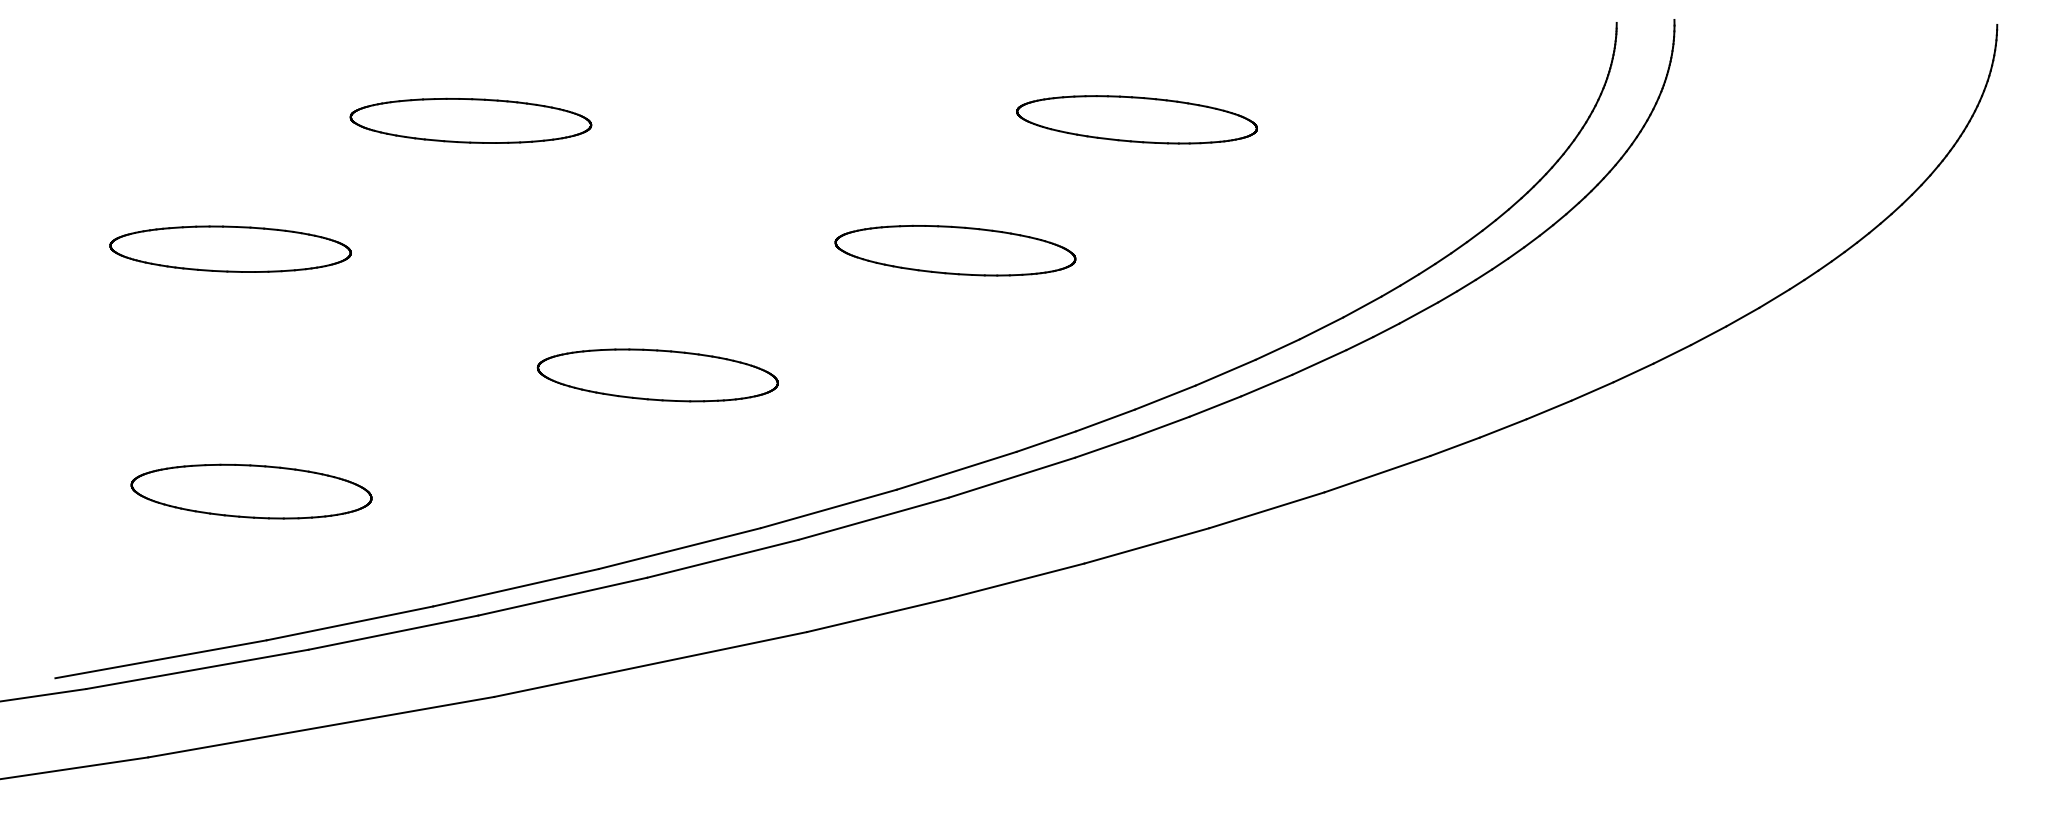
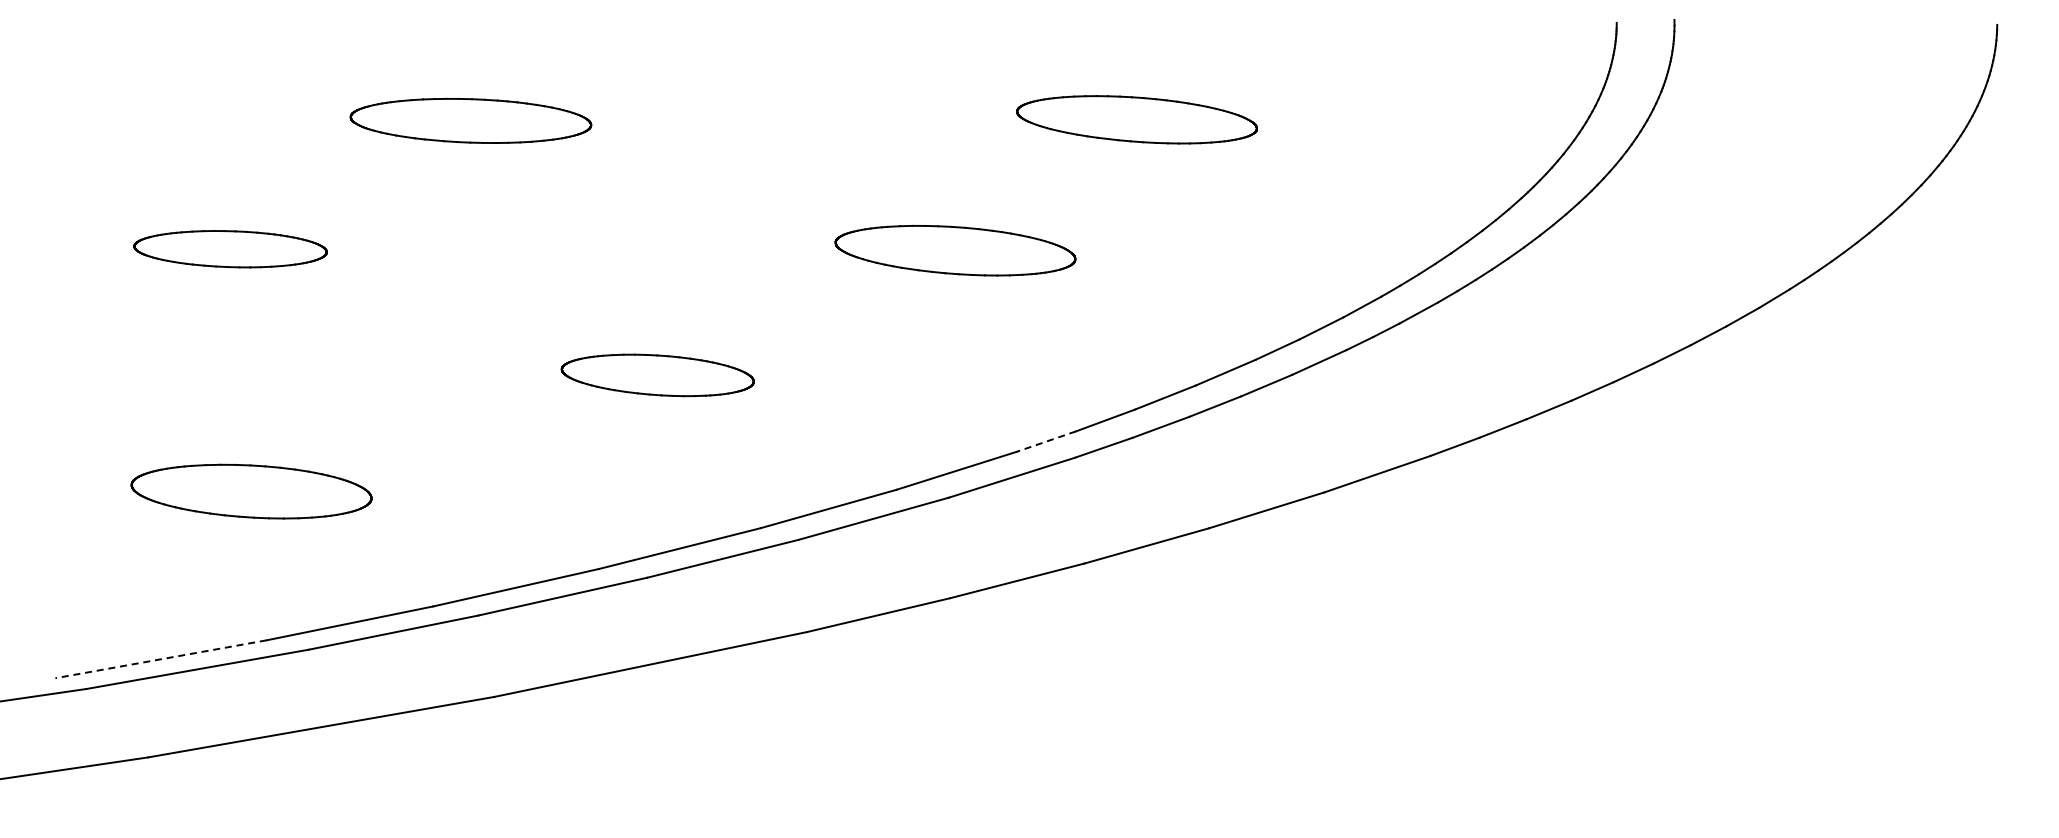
part at (230, 248) size: 243x48 px -> 195x39 px
part at (657, 375) size: 243x55 px -> 195x45 px
line at (1045, 441): solid -> dashed
line at (160, 659): solid -> dashed
